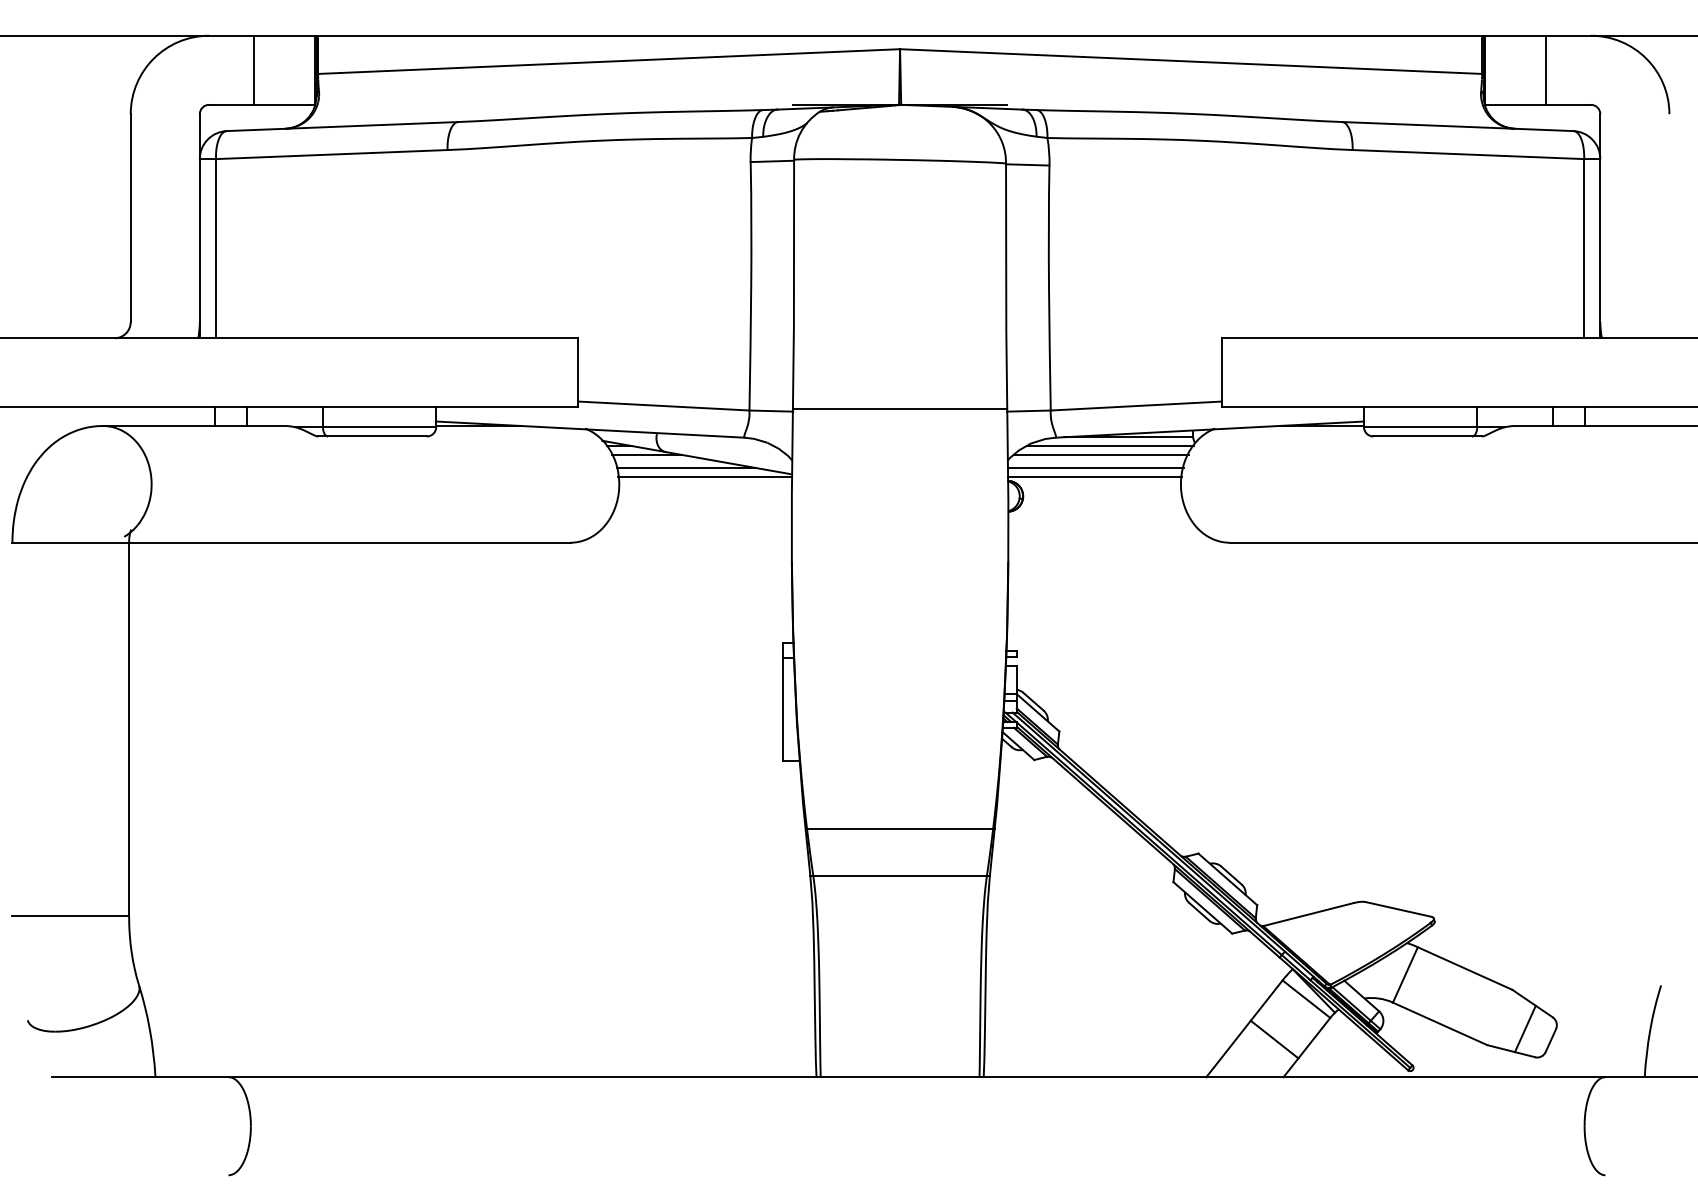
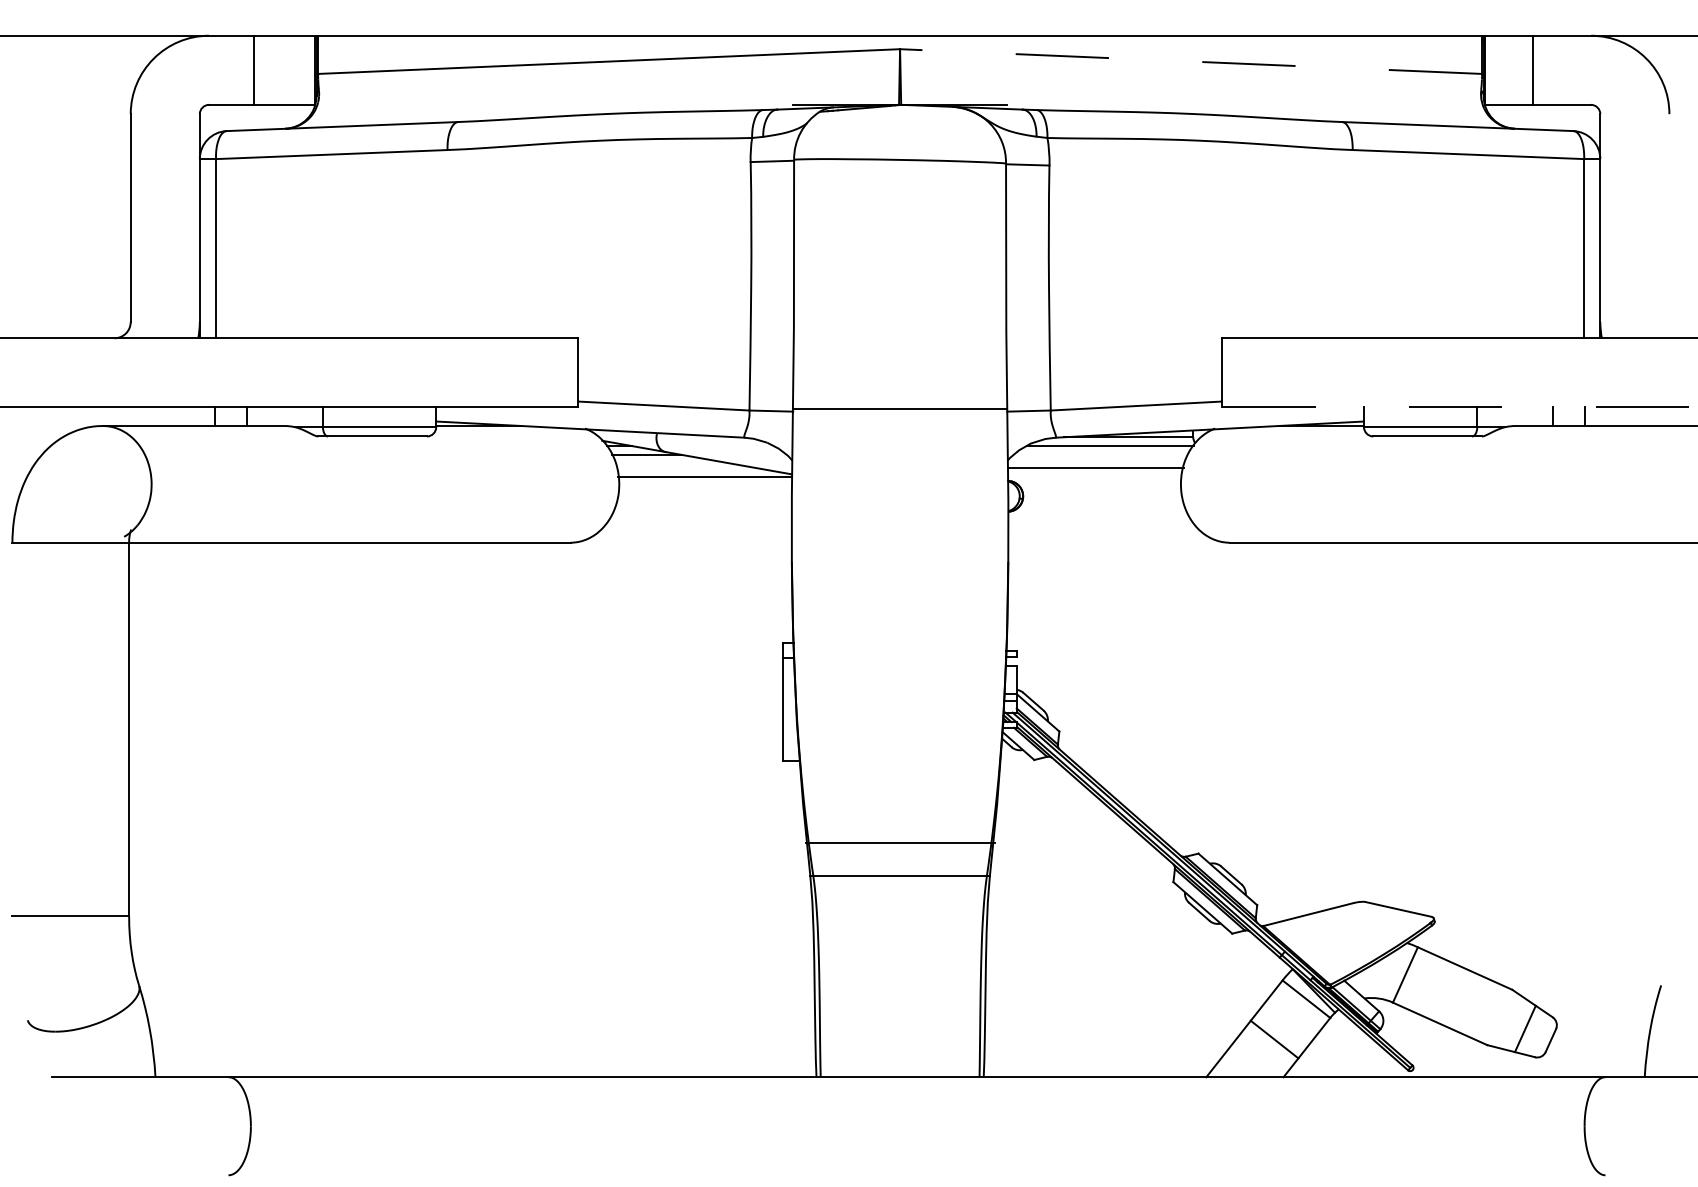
line at (1190, 61): solid -> dashed
line at (1546, 69) position: (1546, 69) -> (1533, 69)
line at (1460, 407): solid -> dashed
line at (1100, 454): present -> none
line at (685, 468): present -> none
line at (1095, 477): present -> none
line at (899, 829) position: (899, 829) -> (899, 843)
